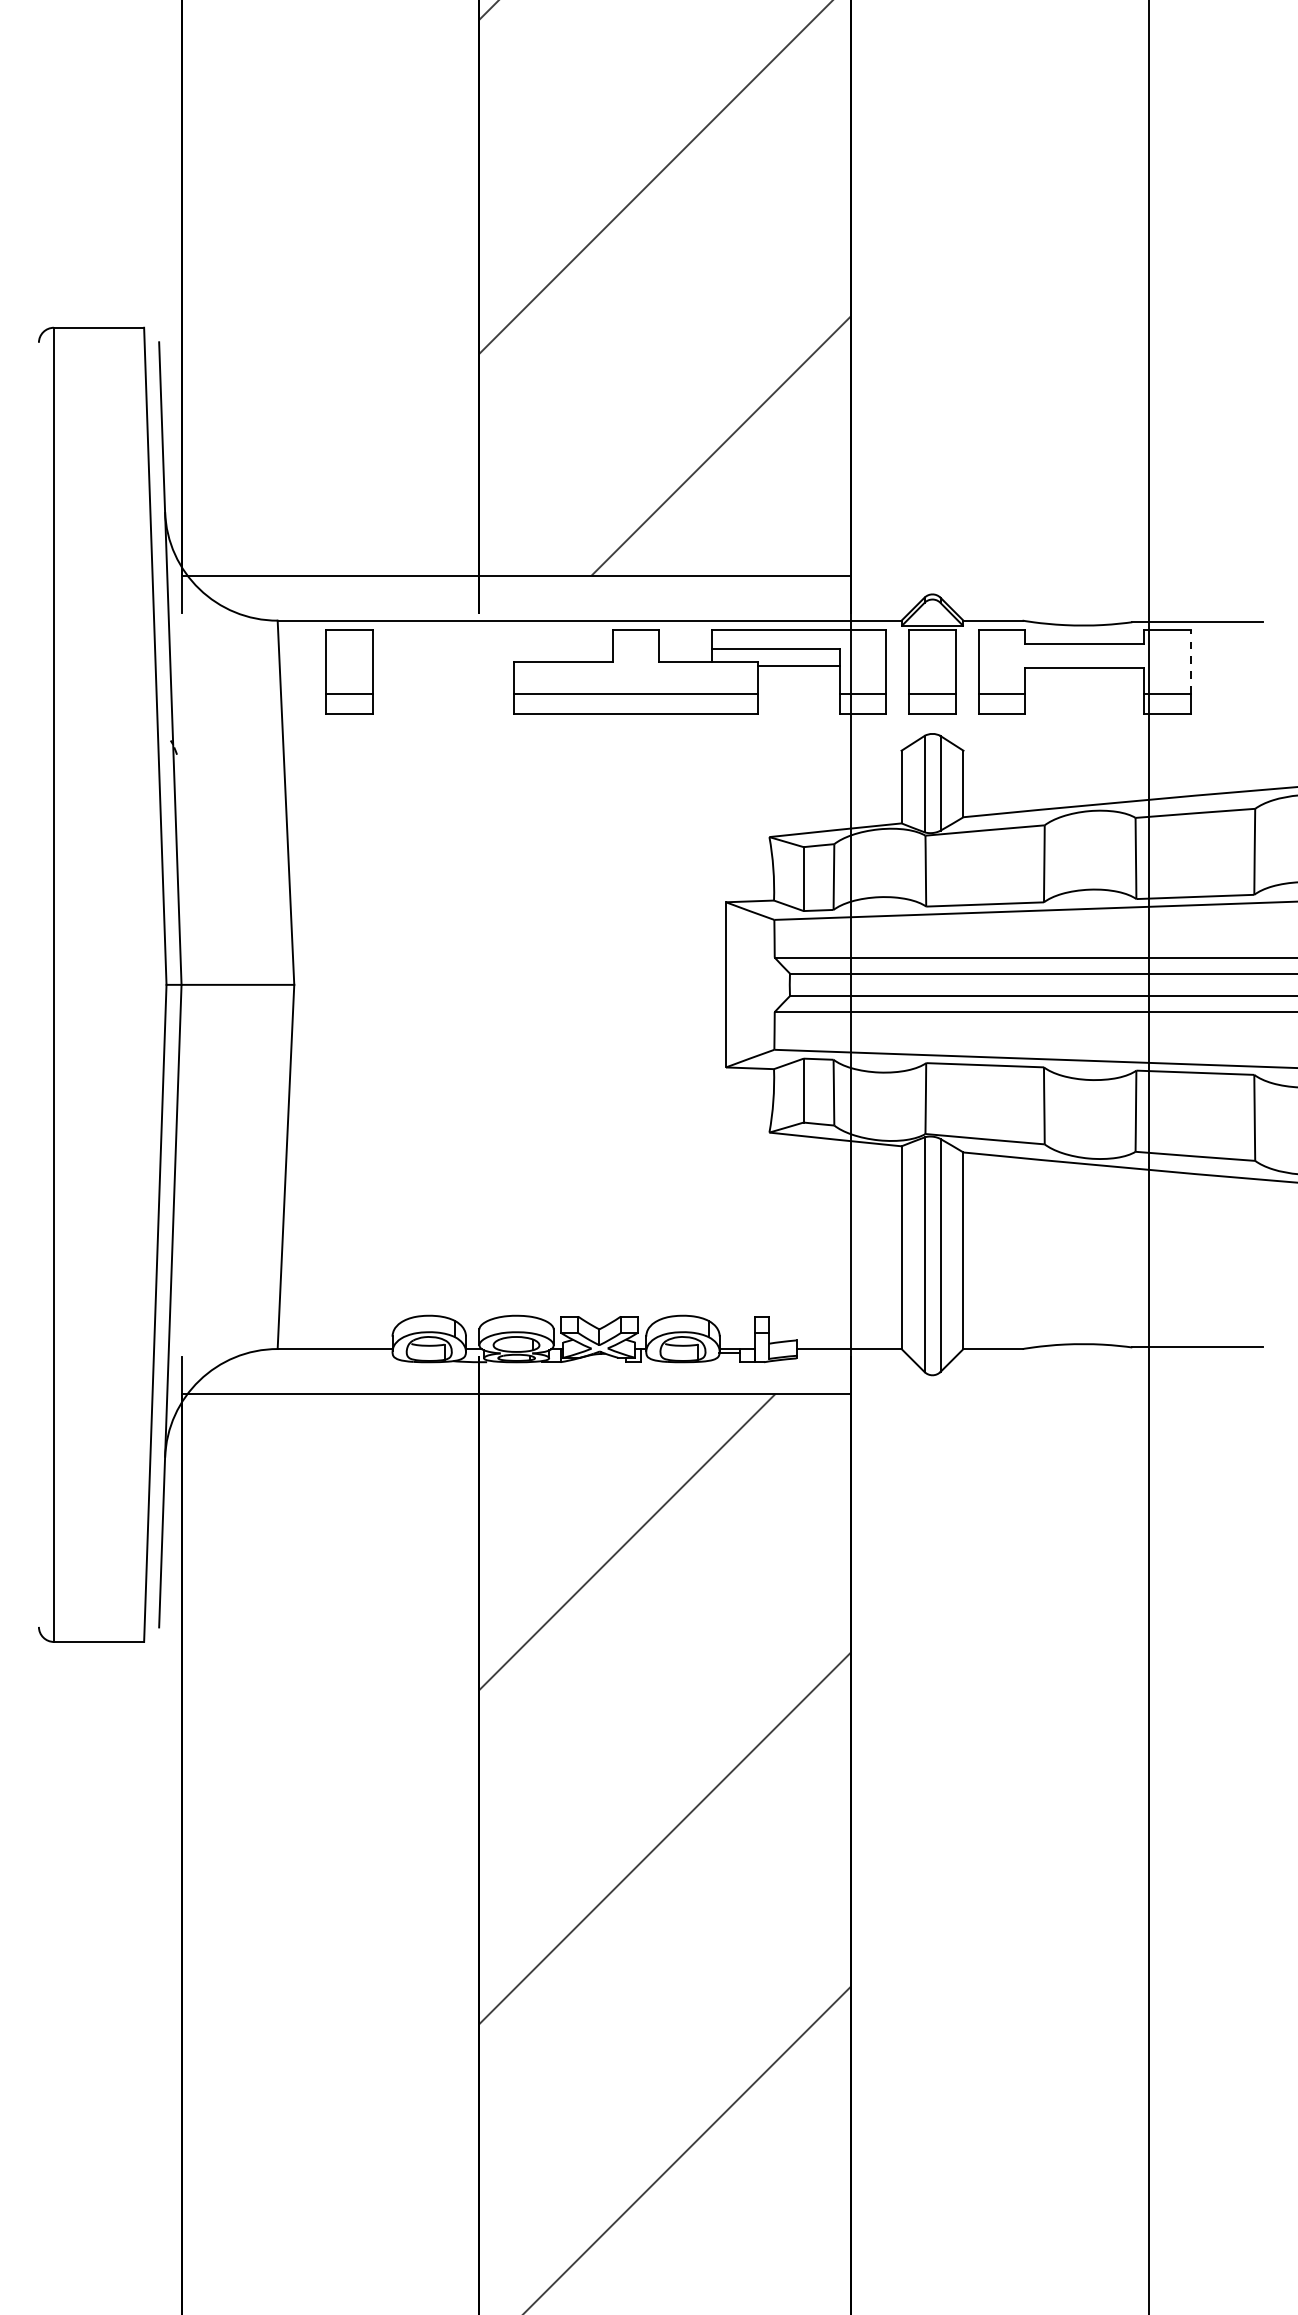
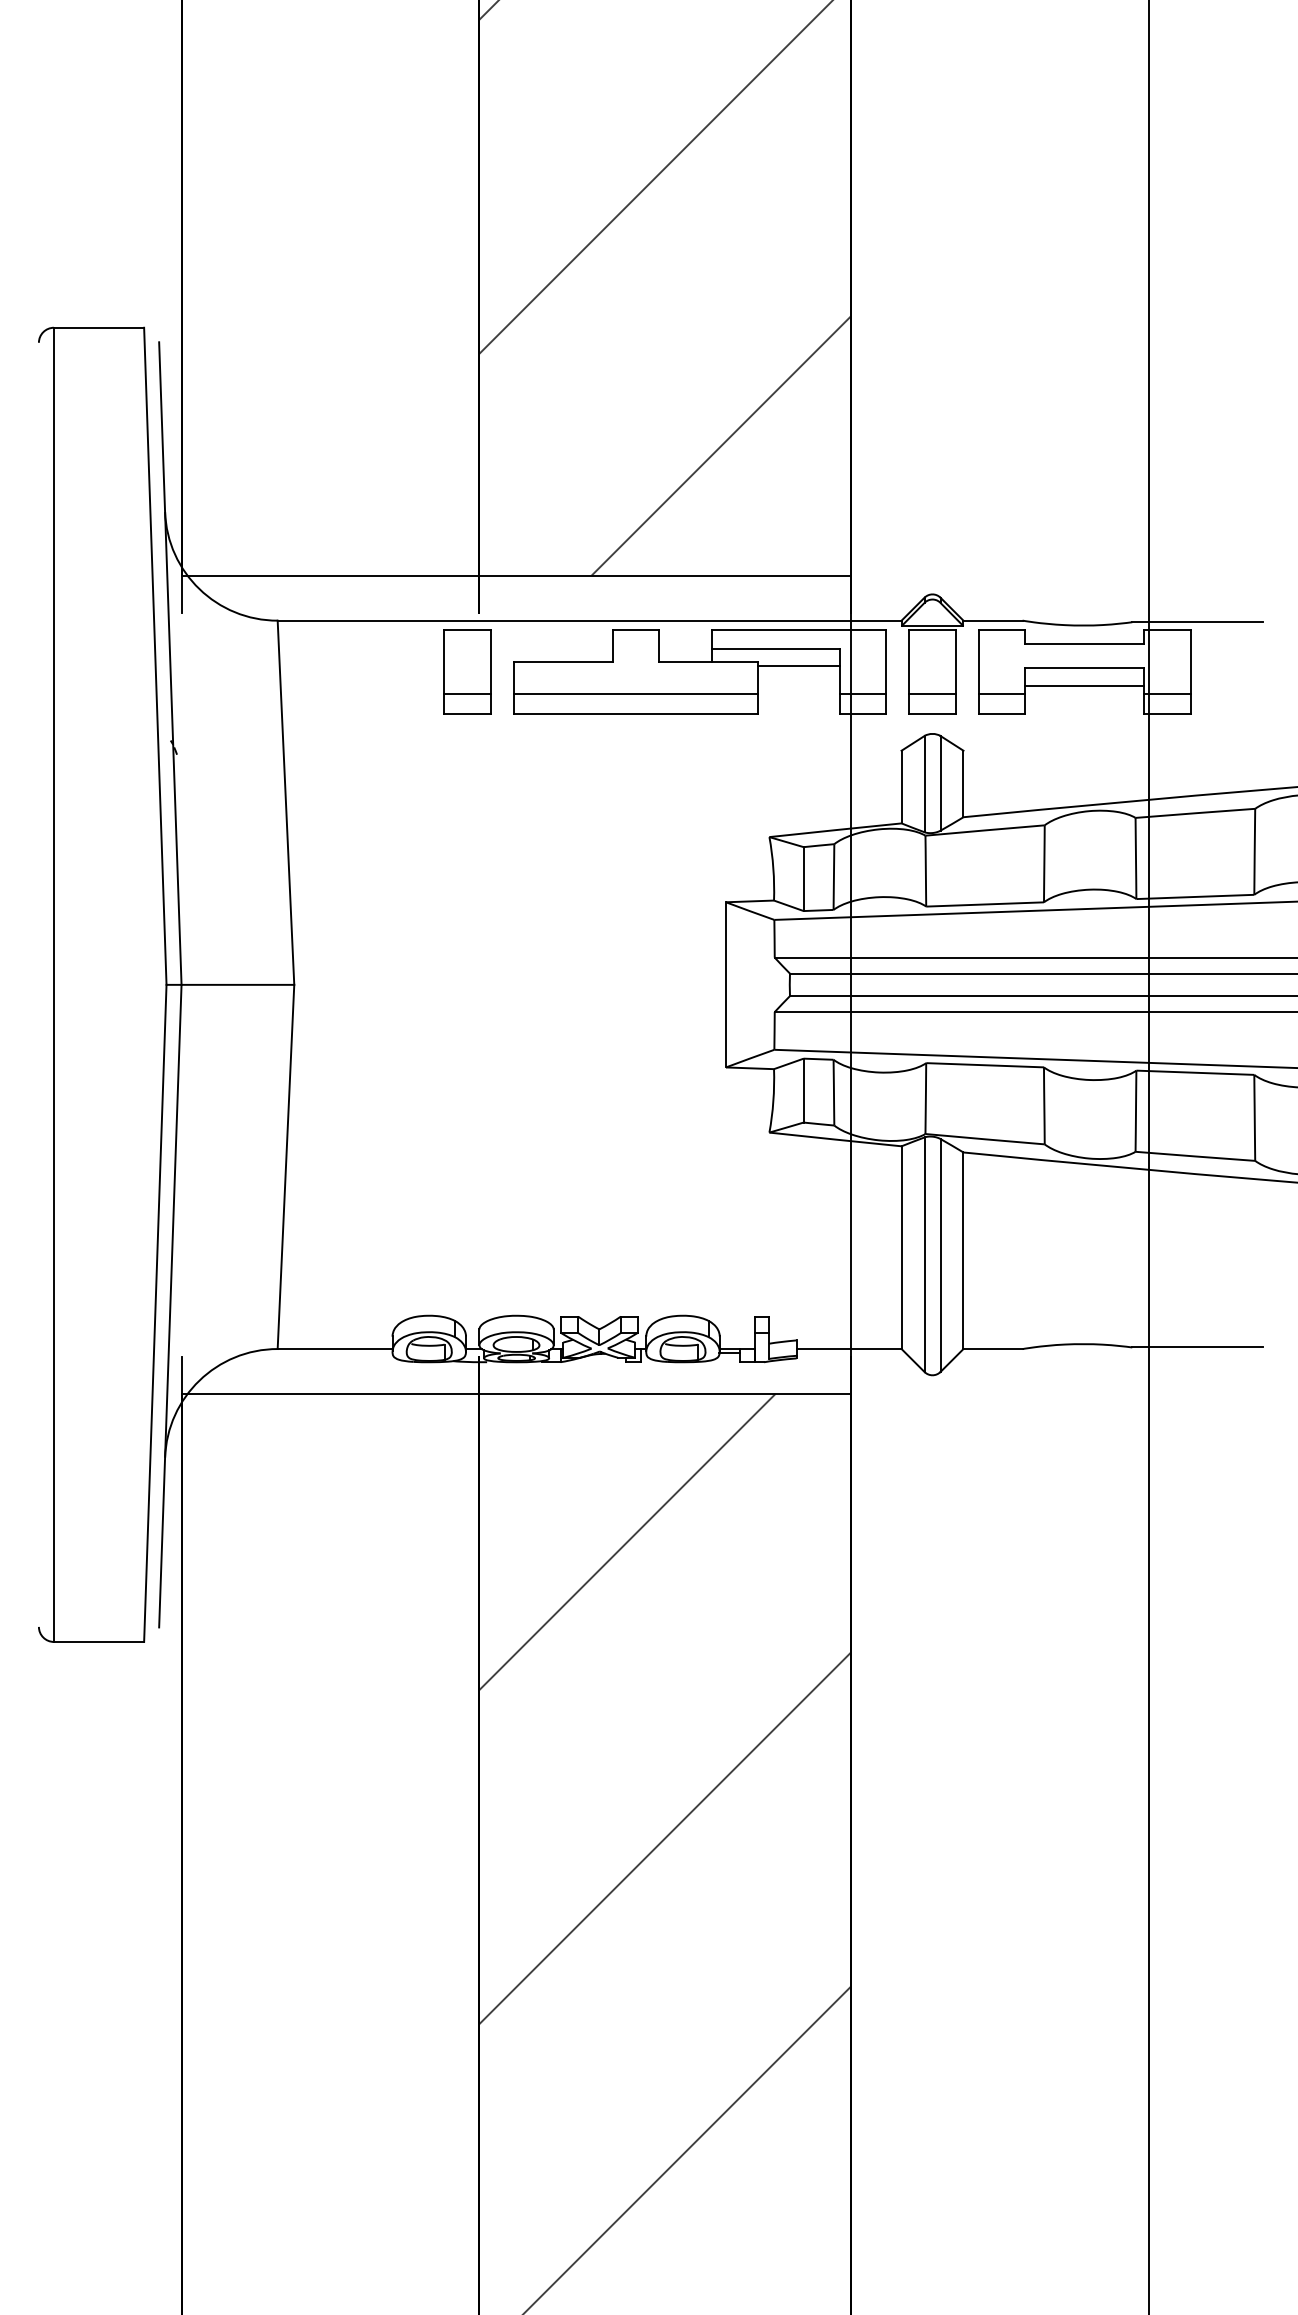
line at (1190, 661): dashed -> solid
part at (349, 671) position: (349, 671) -> (467, 671)
line at (1084, 686): none -> present
